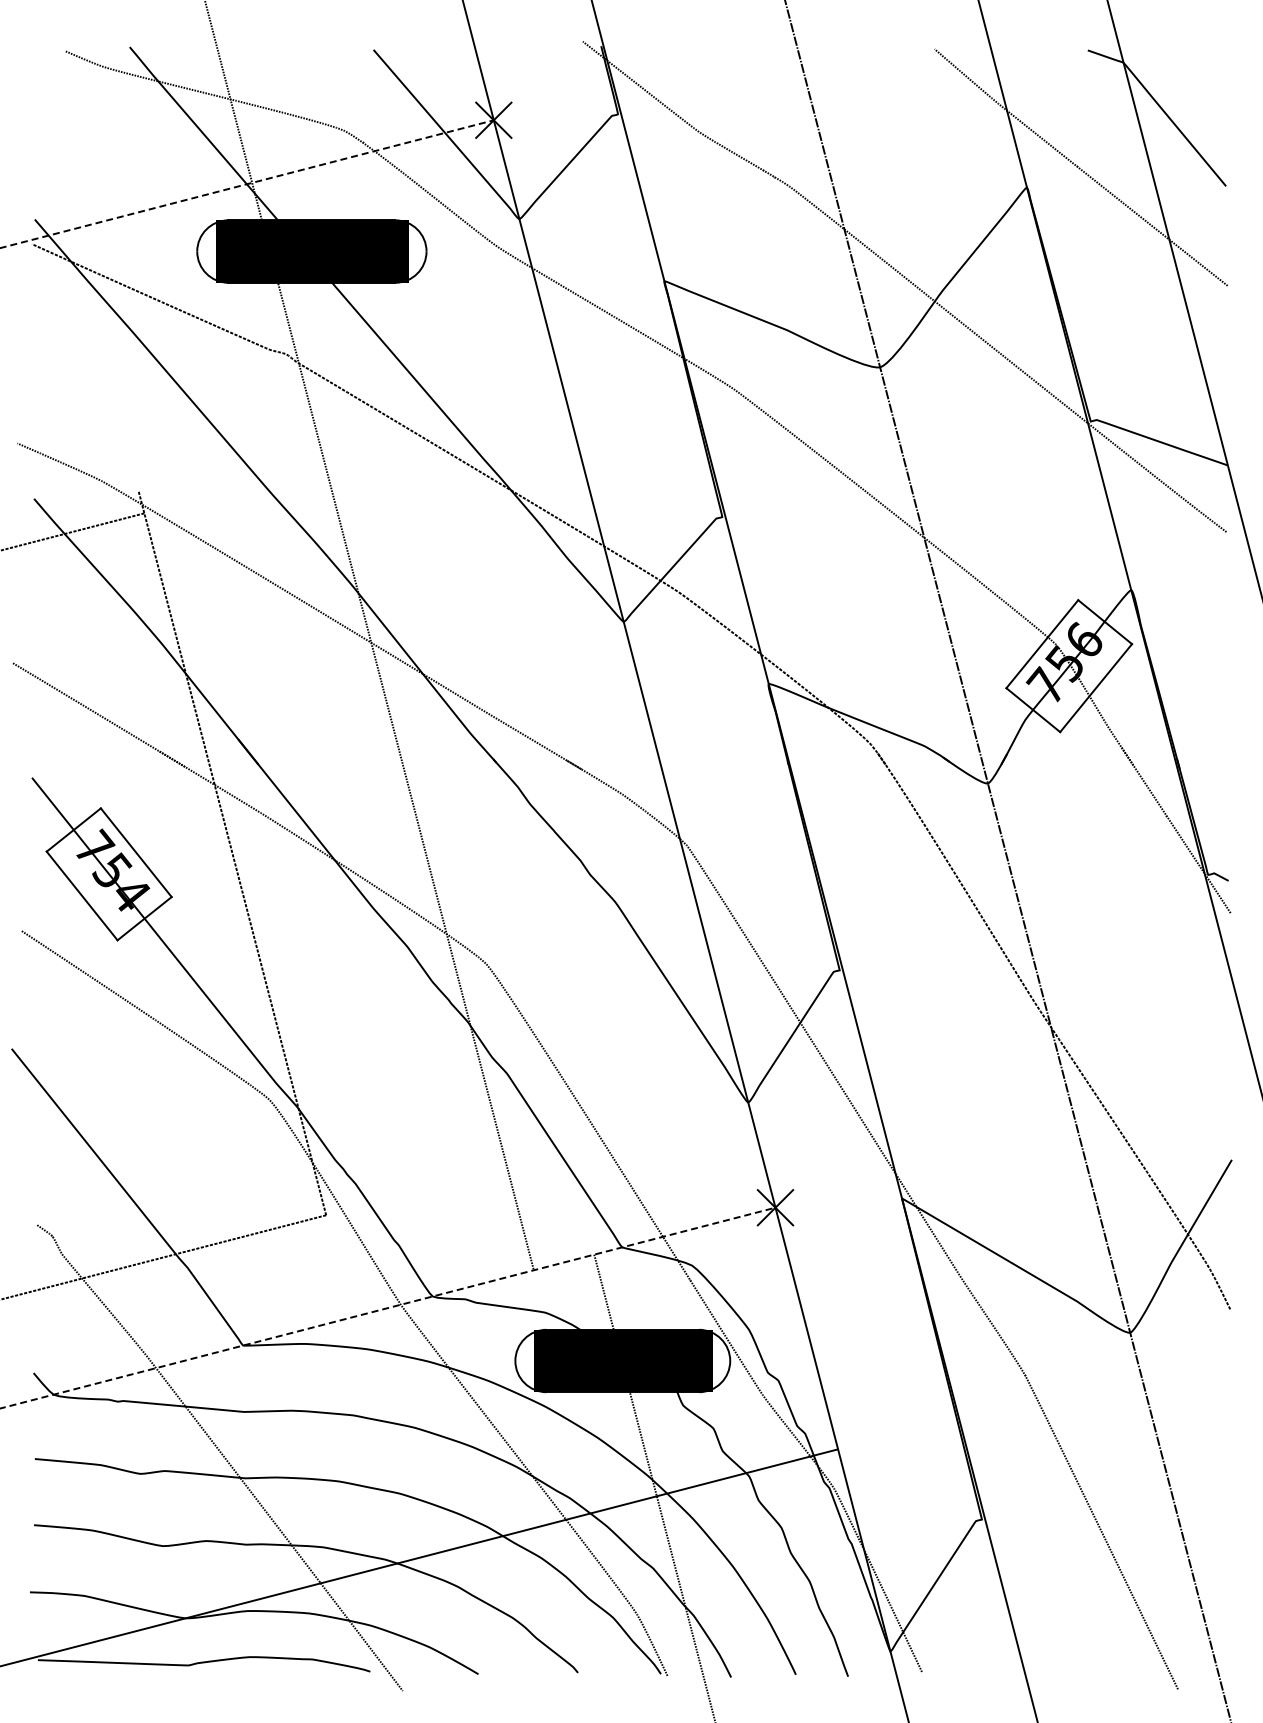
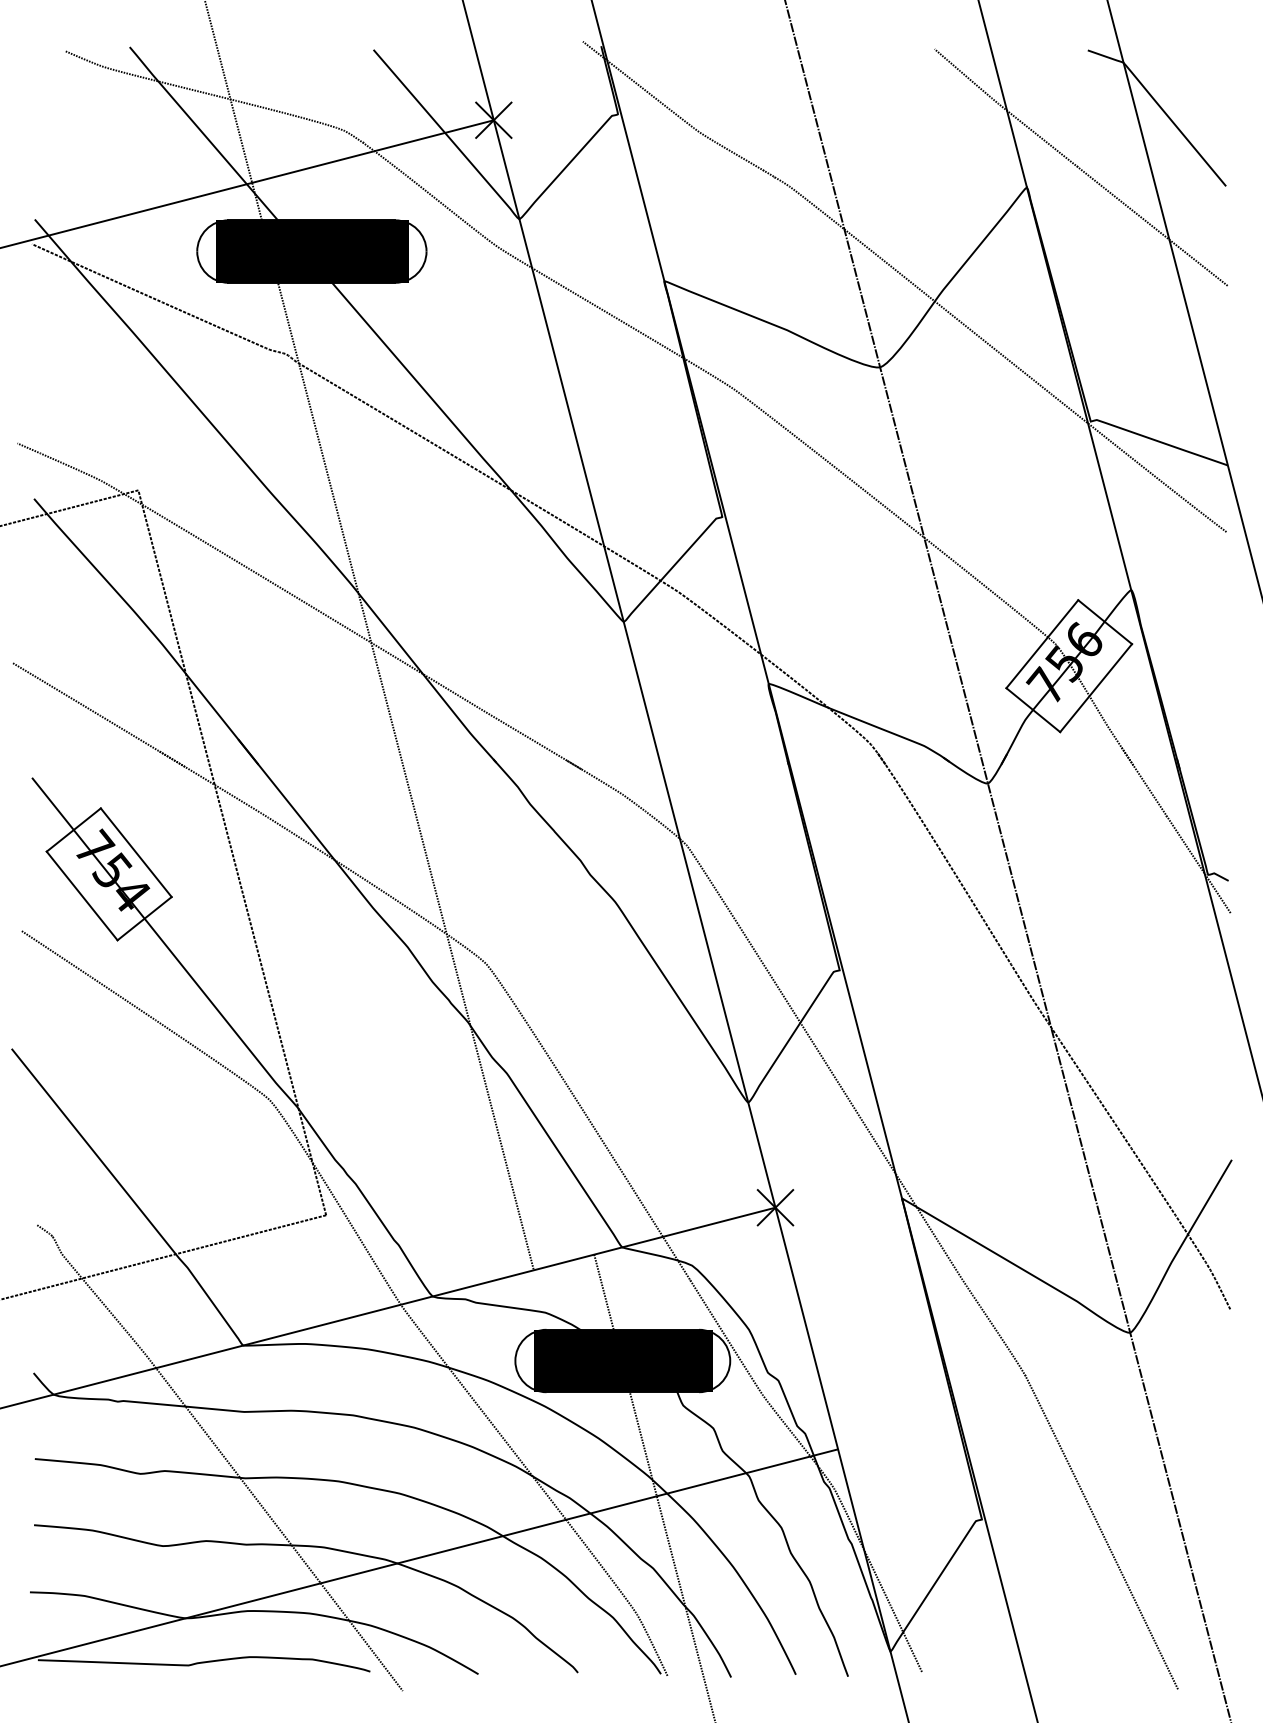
line at (247, 184): dashed -> solid
line at (73, 531) position: (73, 531) -> (70, 507)
line at (388, 1307): dashed -> solid
